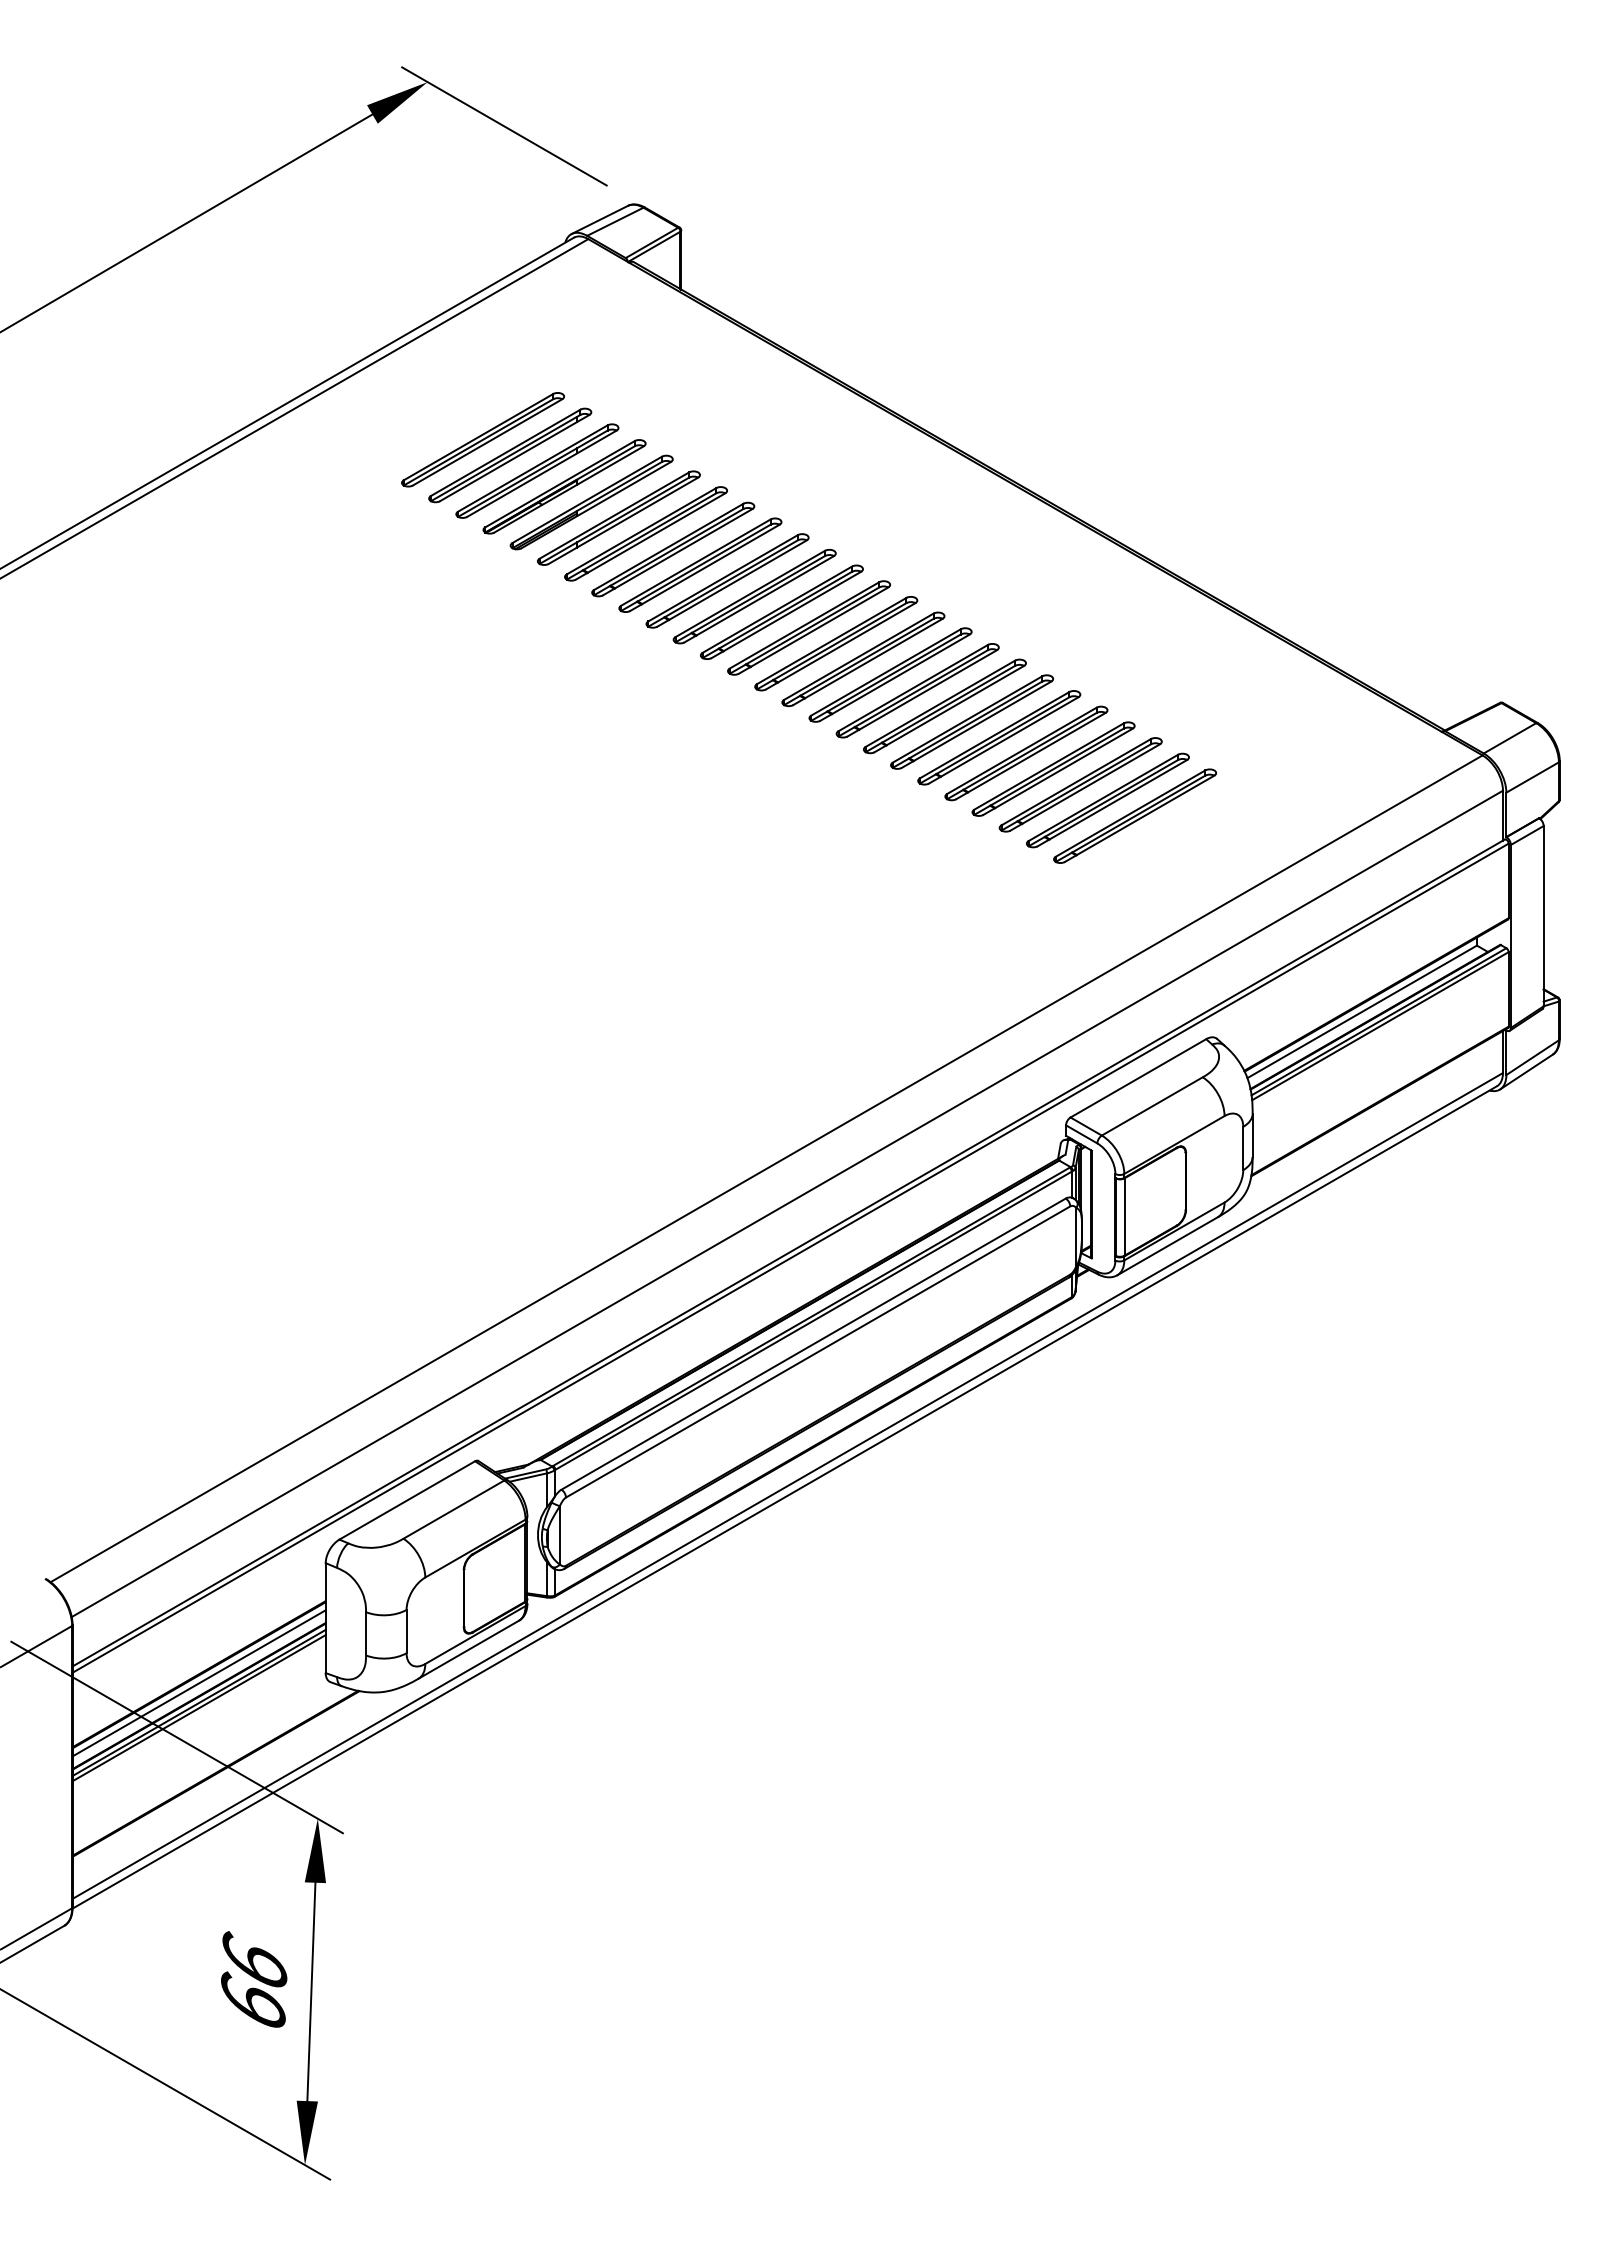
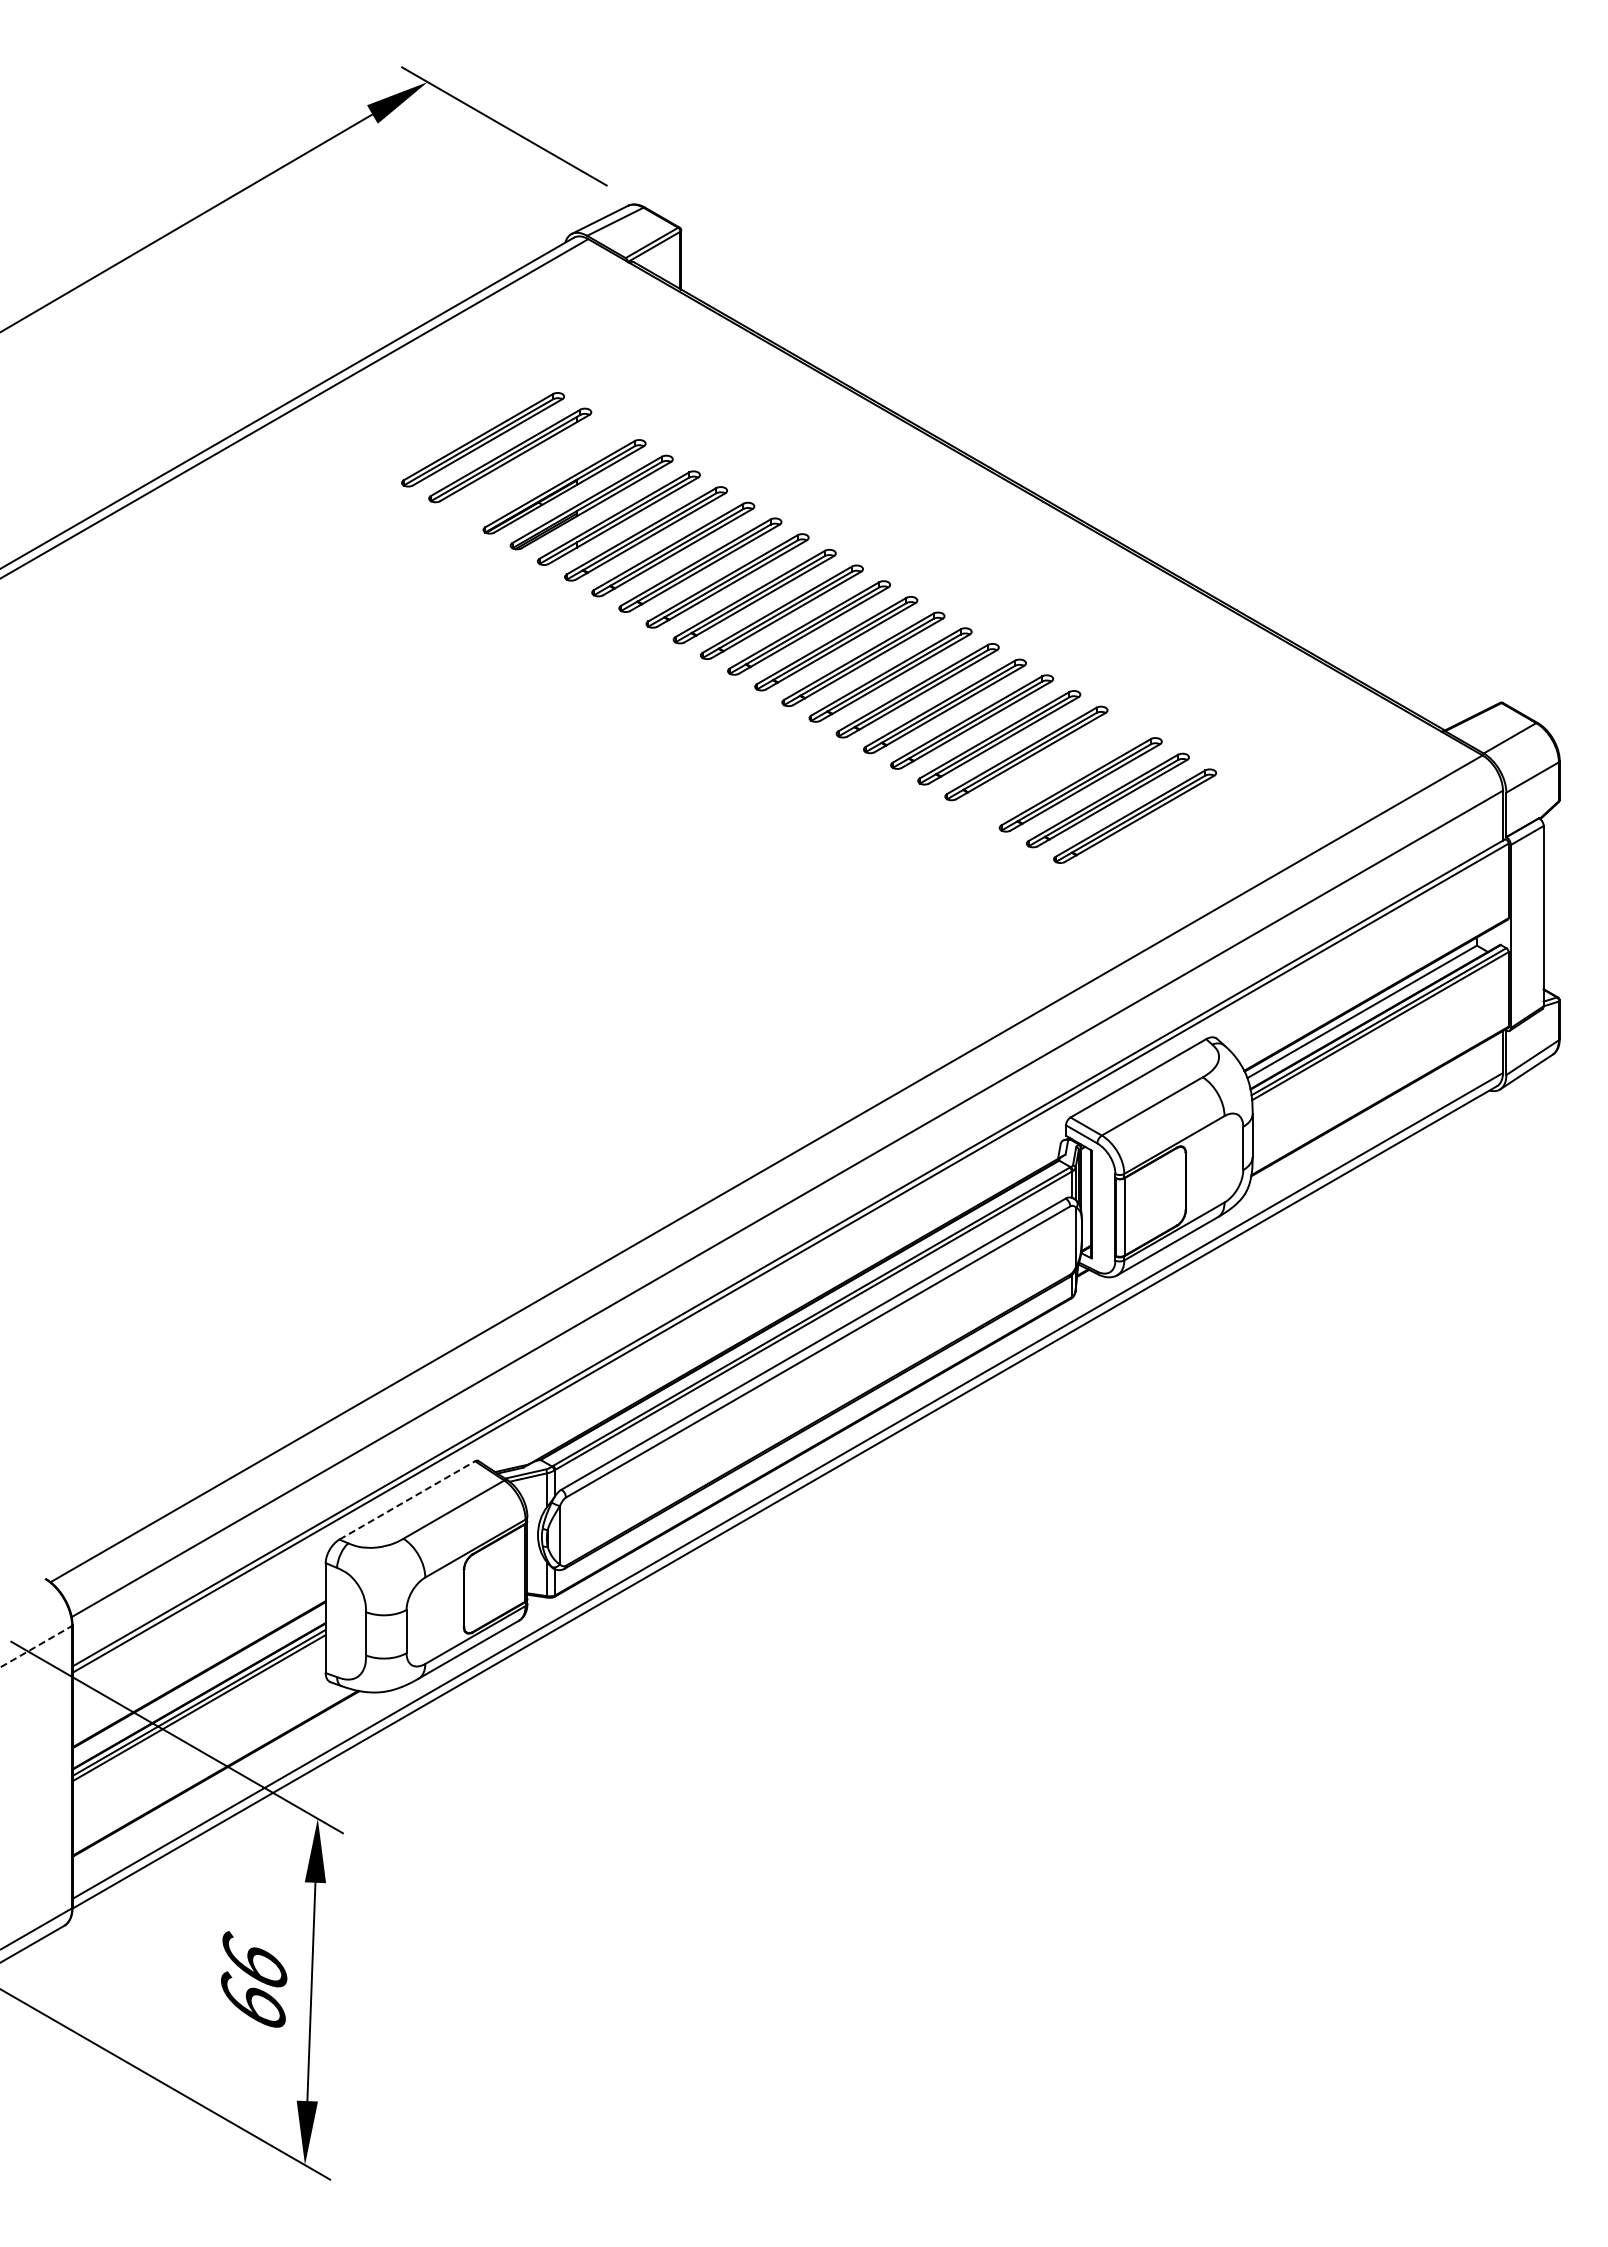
part at (537, 470): present -> none
part at (1053, 768): present -> none
line at (407, 1500): solid -> dashed
line at (36, 1646): solid -> dashed
line at (198, 1683): present -> none
